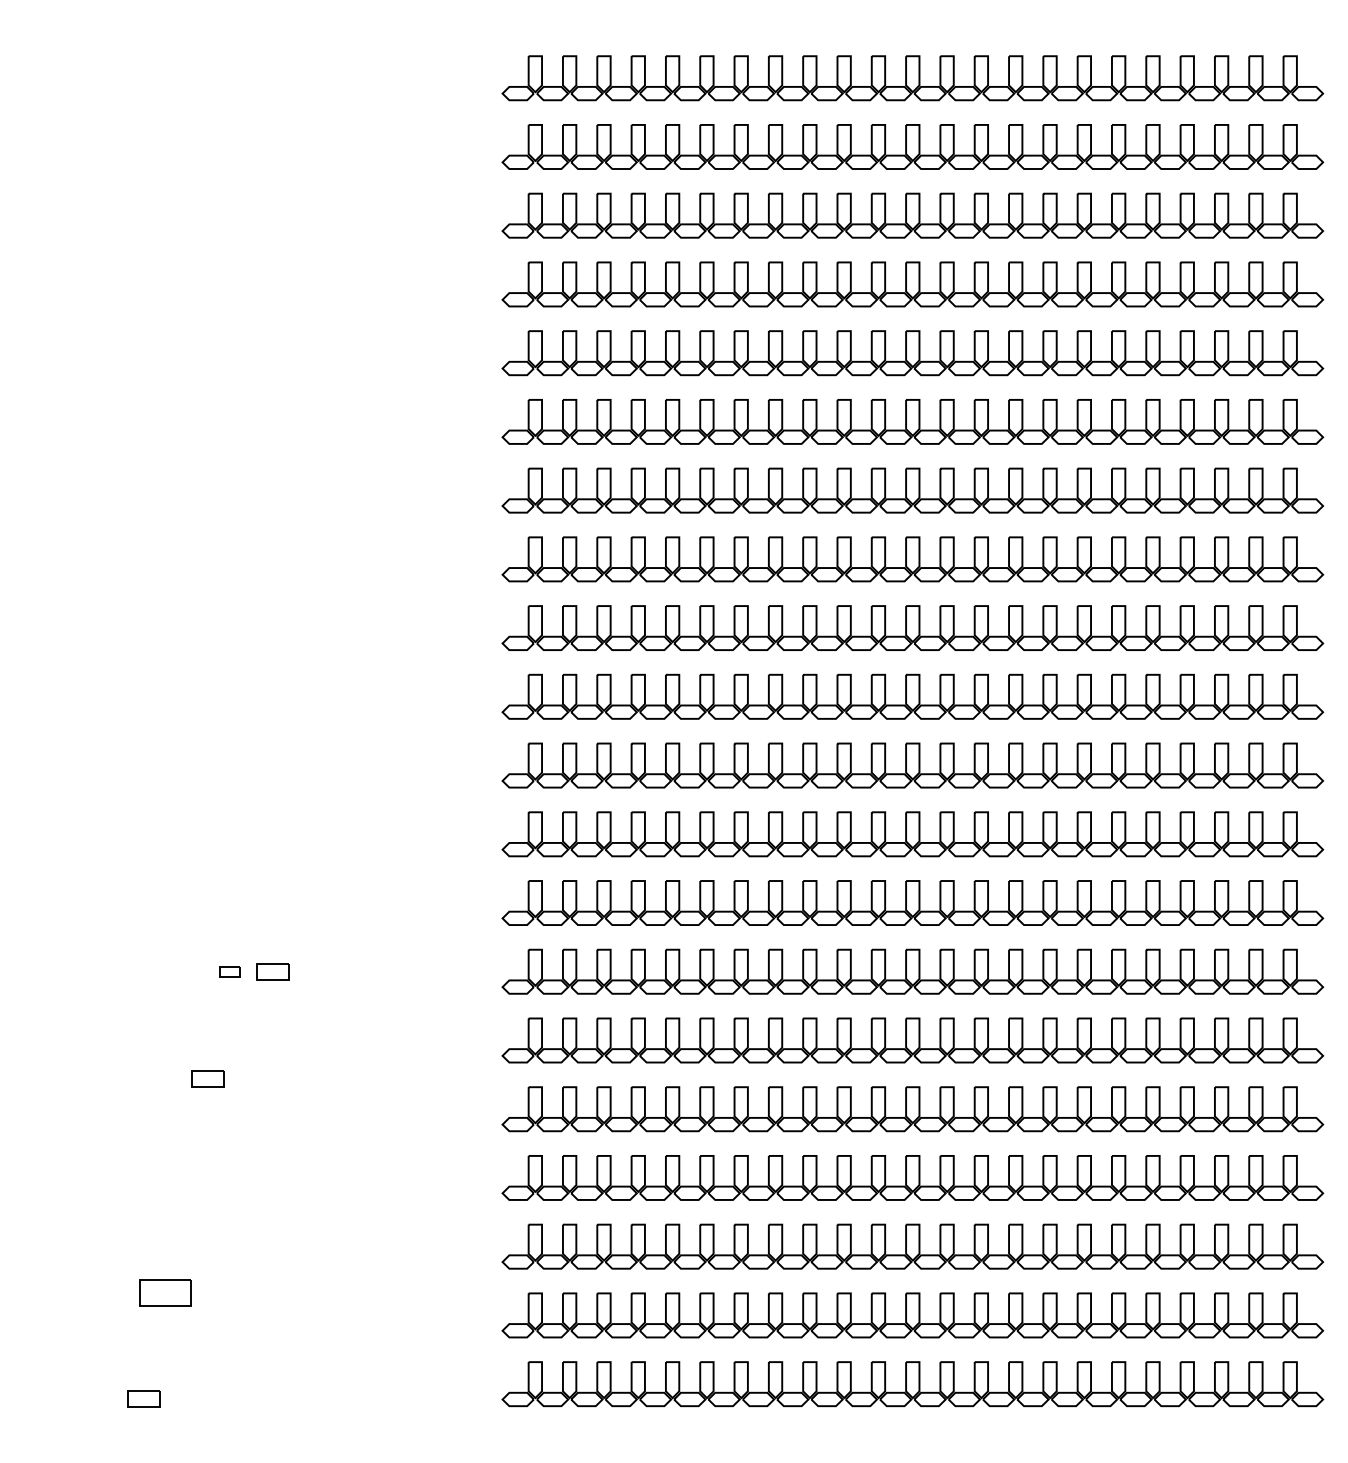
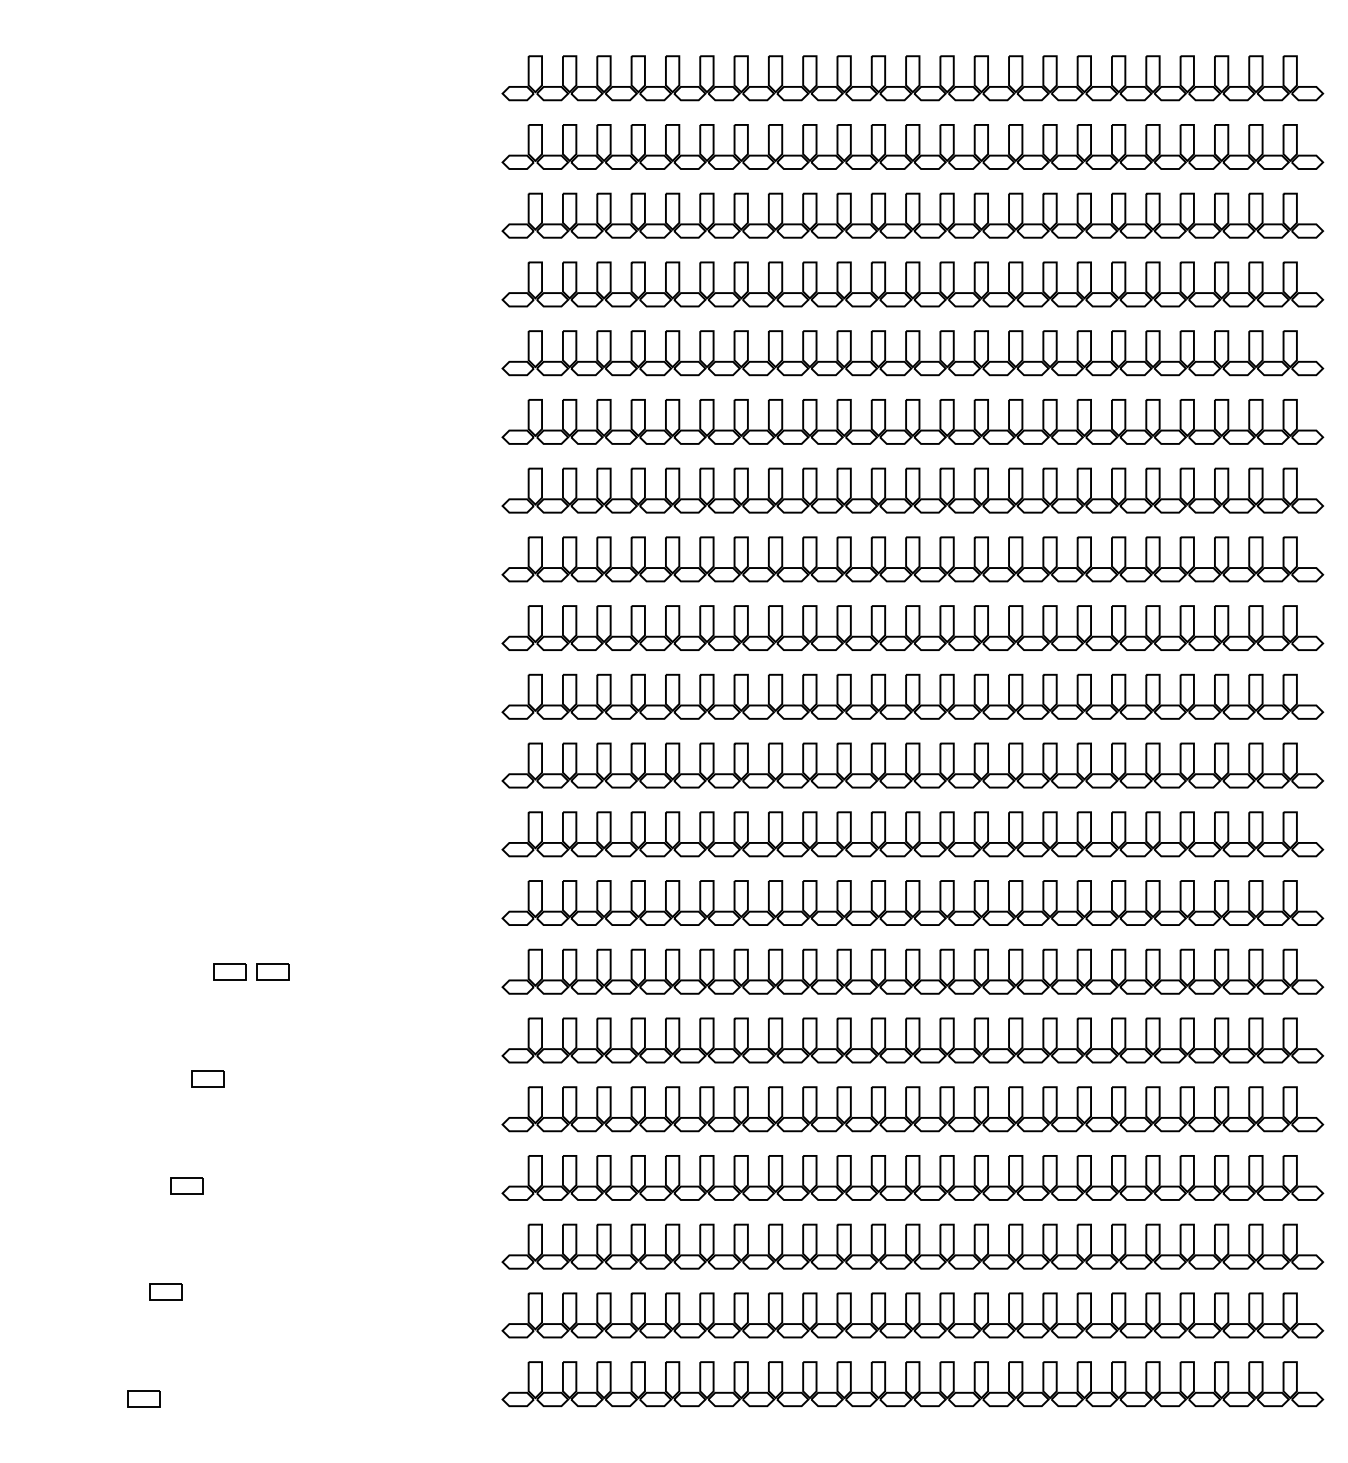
part at (229, 971) size: 22x12 px -> 34x18 px
part at (186, 1185): none -> present
part at (165, 1292) size: 53x28 px -> 34x18 px
